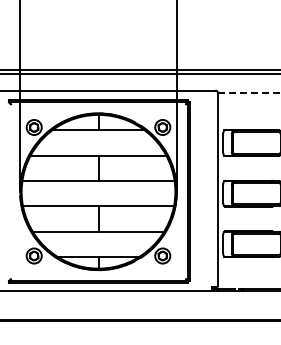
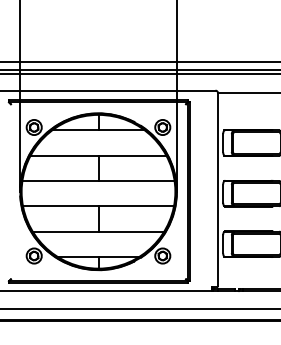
line at (139, 62): none -> present
line at (249, 92): dashed -> solid
line at (139, 309): none -> present
